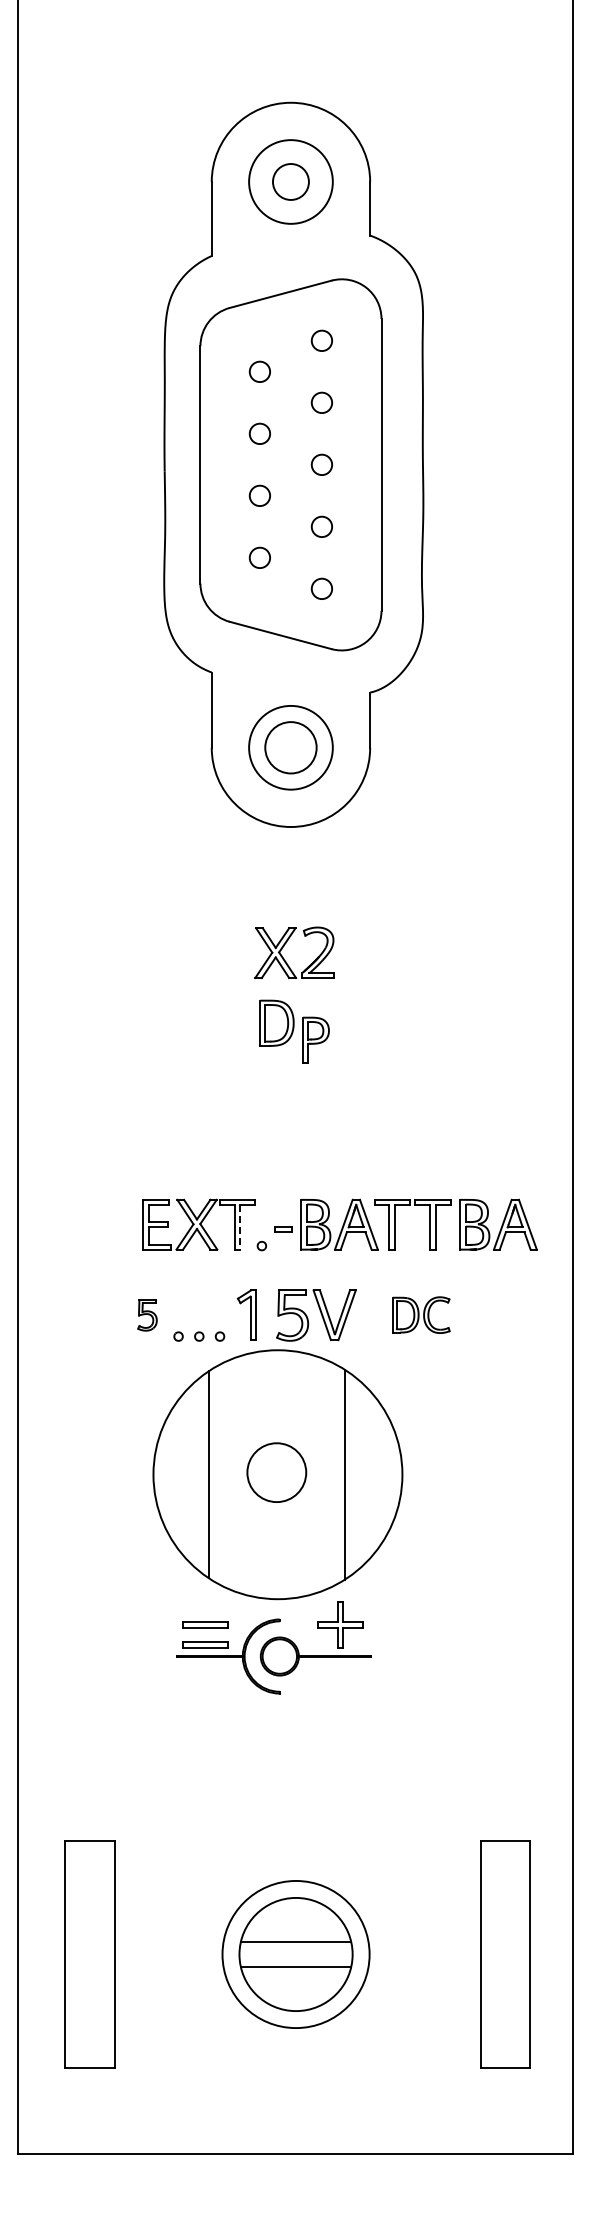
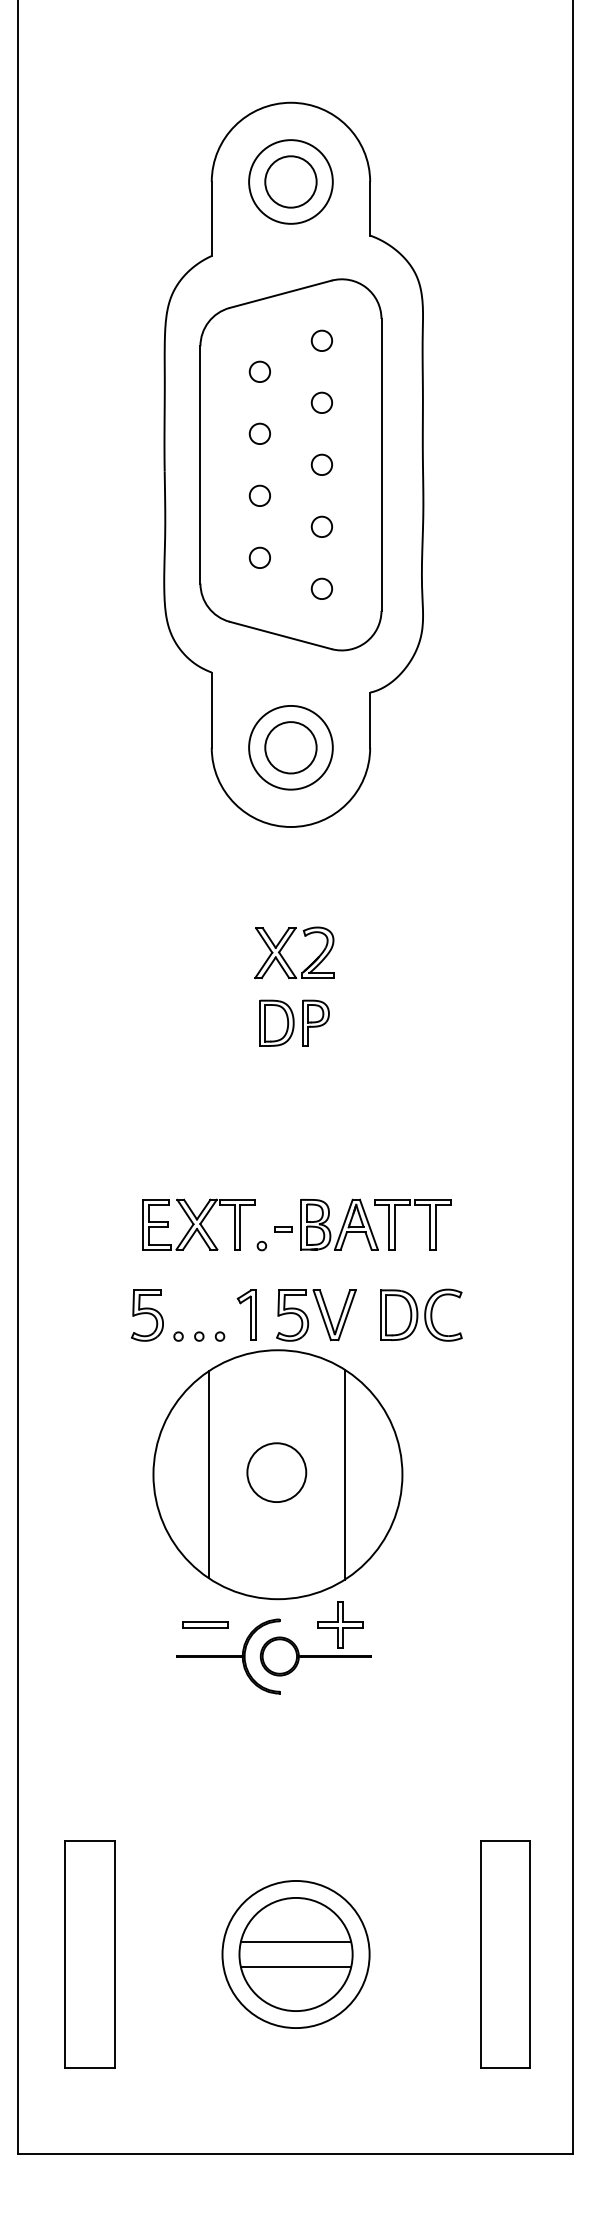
circle at (290, 181) diameter: 36 px -> 51 px
part at (315, 1039) position: (315, 1039) -> (315, 1022)
part at (498, 1224): present -> none
line at (240, 1227): dashed -> solid
part at (421, 1314) size: 59x38 px -> 83x54 px
part at (147, 1315) size: 21x33 px -> 33x53 px
part at (205, 1644): present -> none
